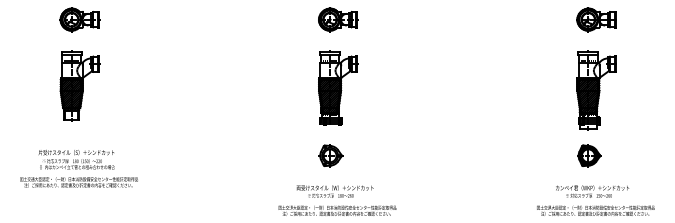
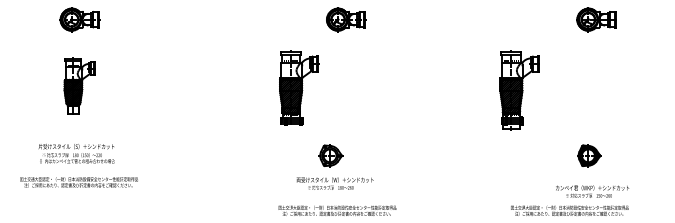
part at (338, 19) position: (338, 19) -> (346, 19)
part at (79, 85) size: 42x72 px -> 33x58 px
part at (338, 87) position: (338, 87) -> (299, 87)
part at (596, 90) position: (596, 90) -> (519, 90)
text at (76, 159) position: (76, 159) -> (76, 153)
text at (334, 191) position: (334, 191) -> (334, 183)
text at (595, 210) position: (595, 210) -> (569, 210)
